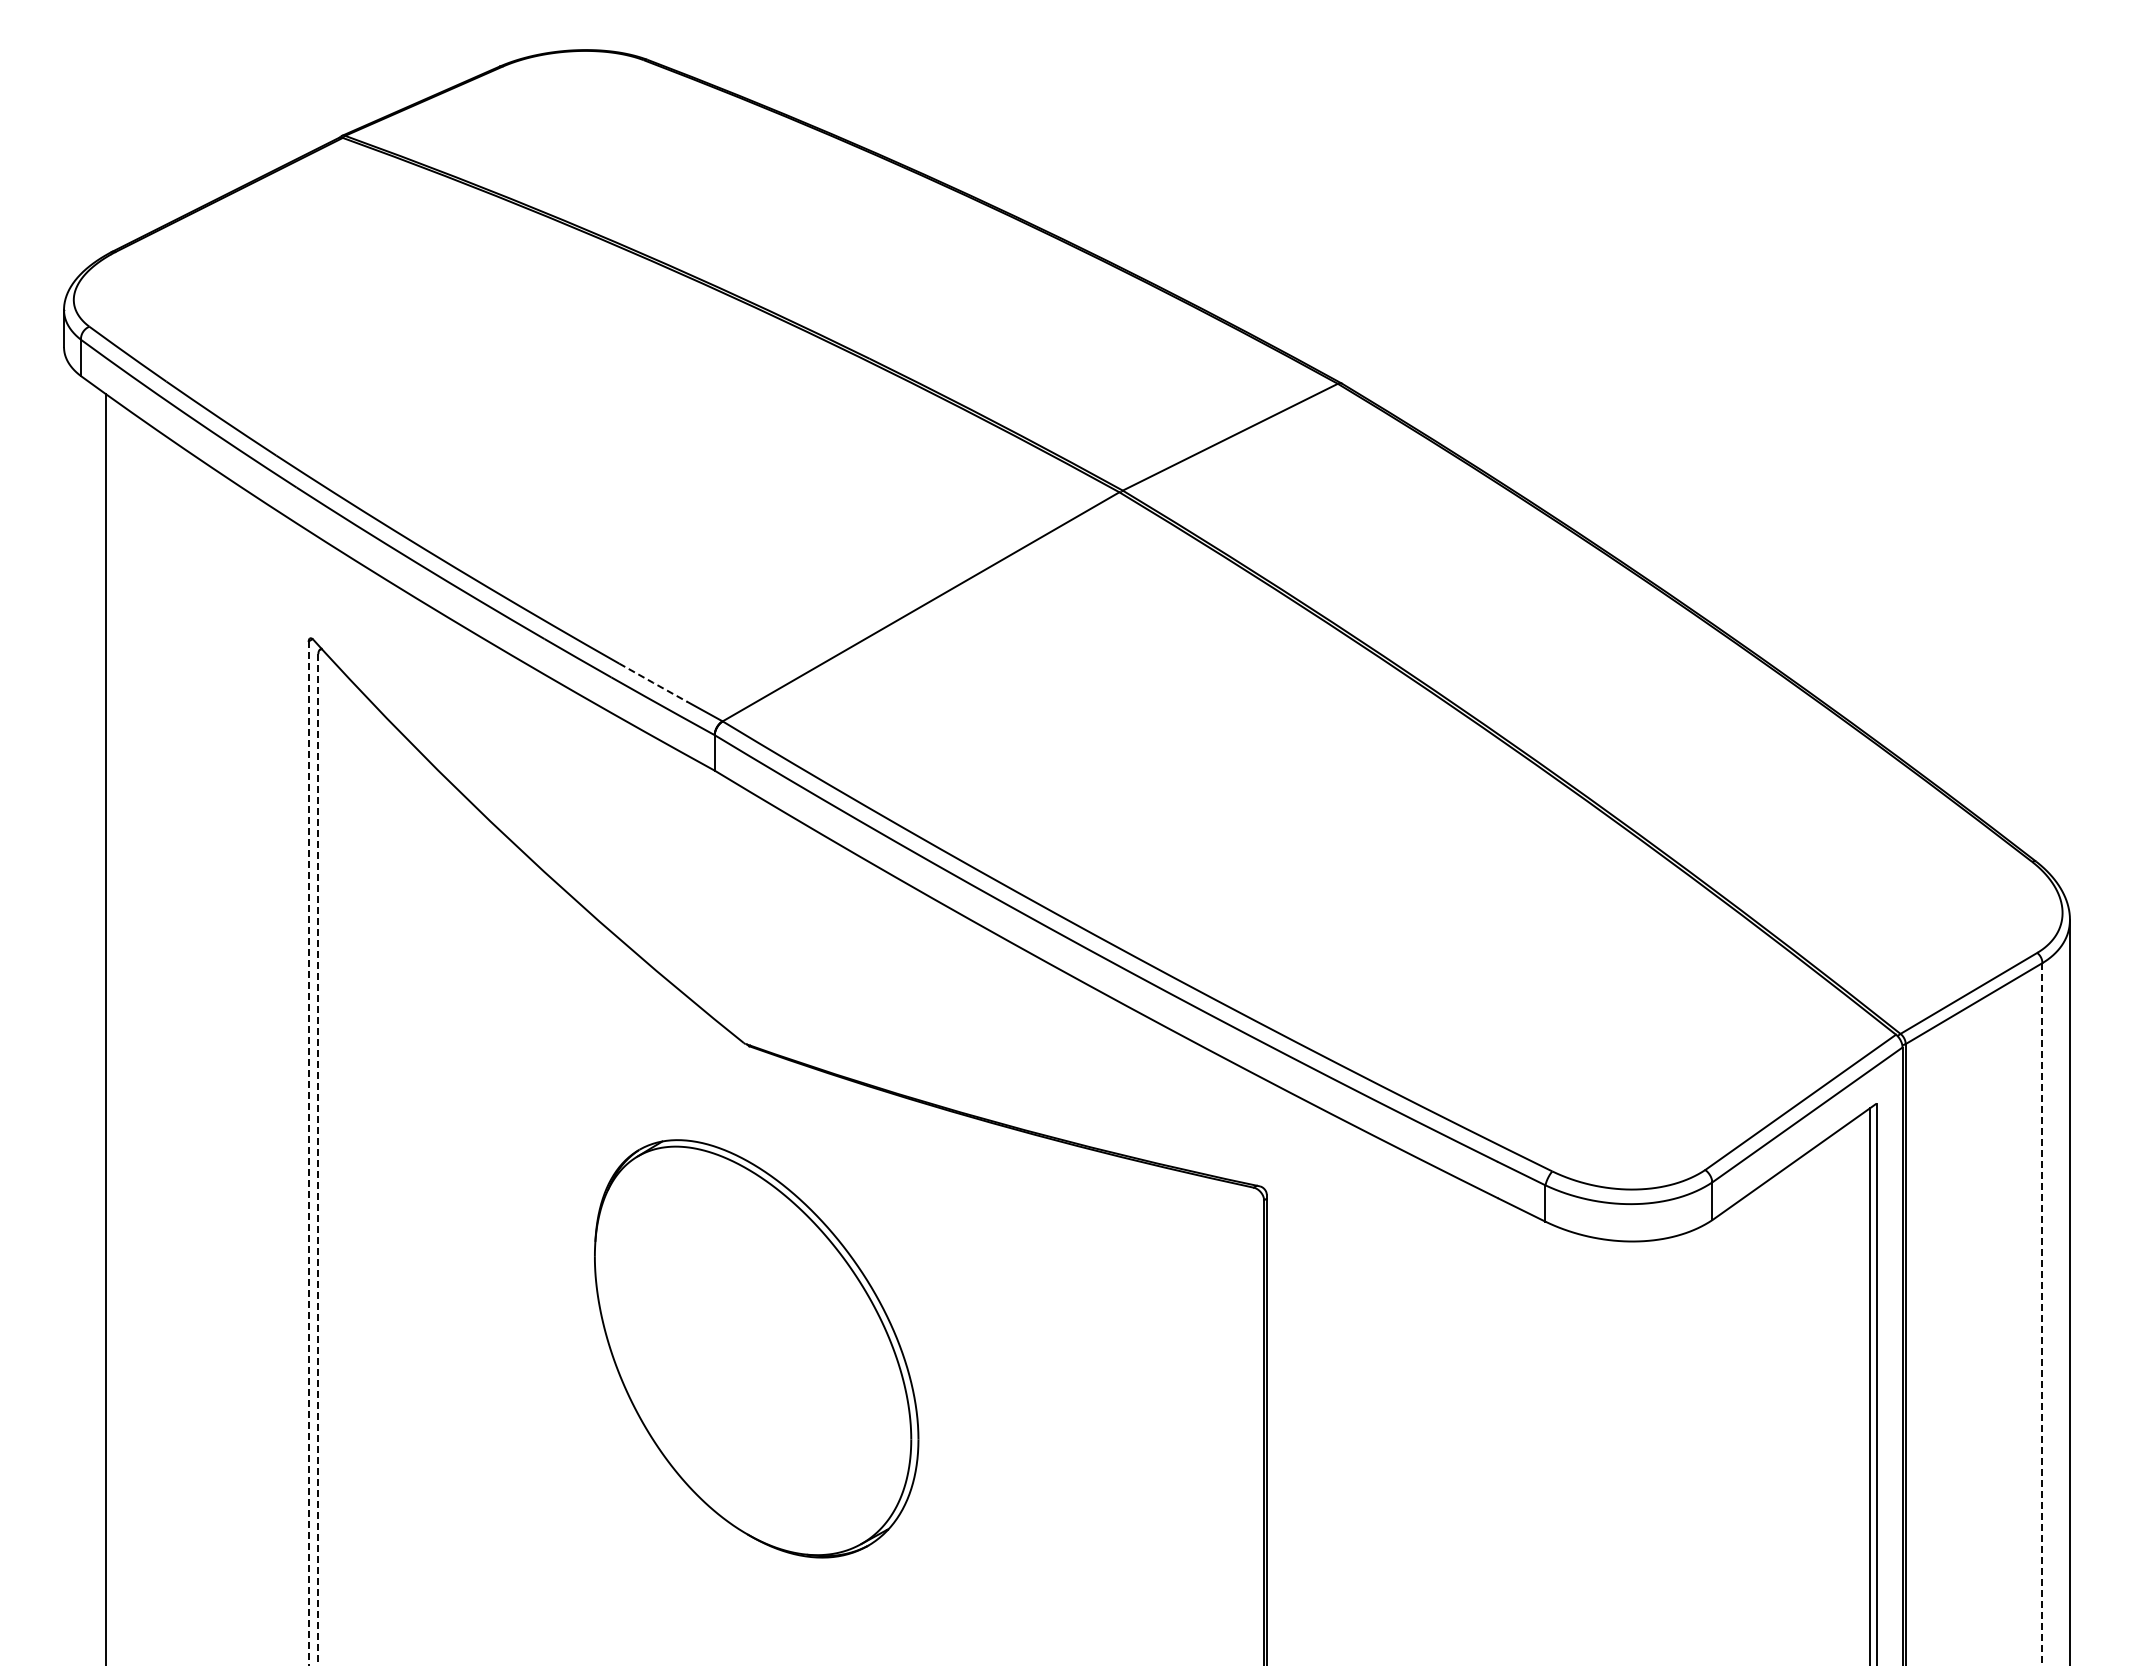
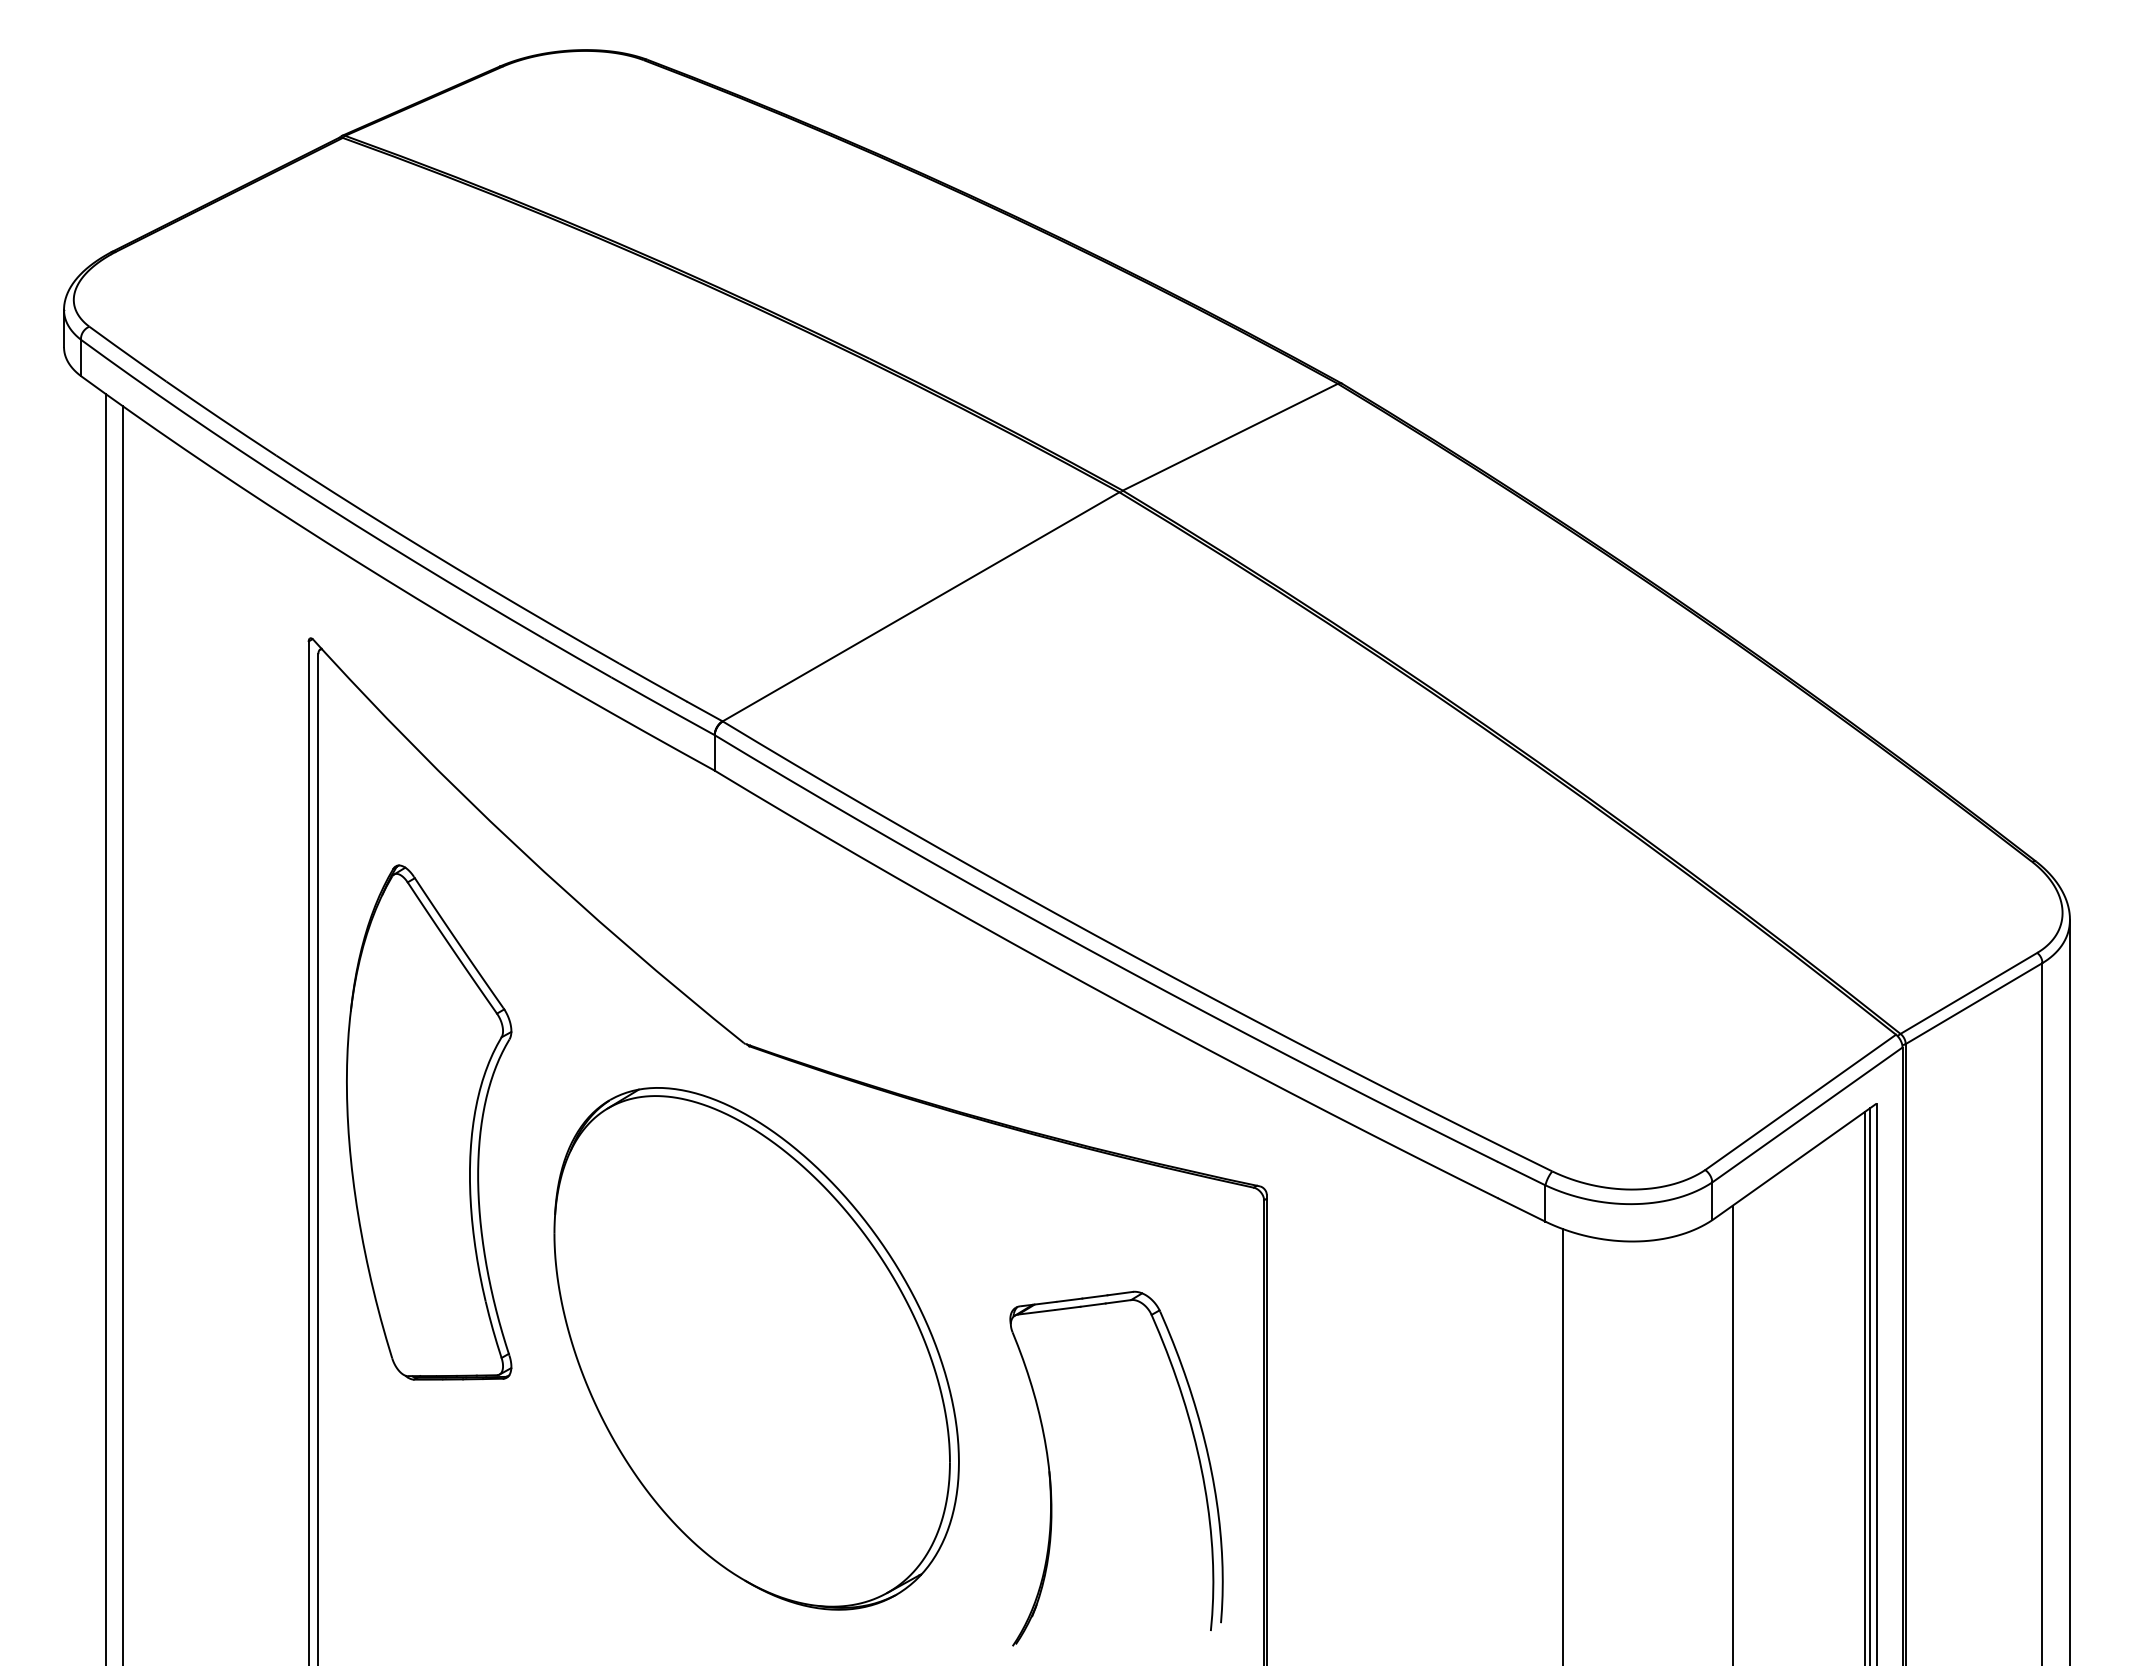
line at (653, 682): dashed -> solid
line at (123, 1034): none -> present
part at (429, 1122): none -> present
line at (308, 1153): dashed -> solid
line at (318, 1160): dashed -> solid
line at (2042, 1314): dashed -> solid
part at (756, 1348) size: 326x420 px -> 407x524 px
line at (1864, 1387): none -> present
line at (1732, 1433): none -> present
line at (1563, 1445): none -> present
part at (1050, 1470): none -> present
